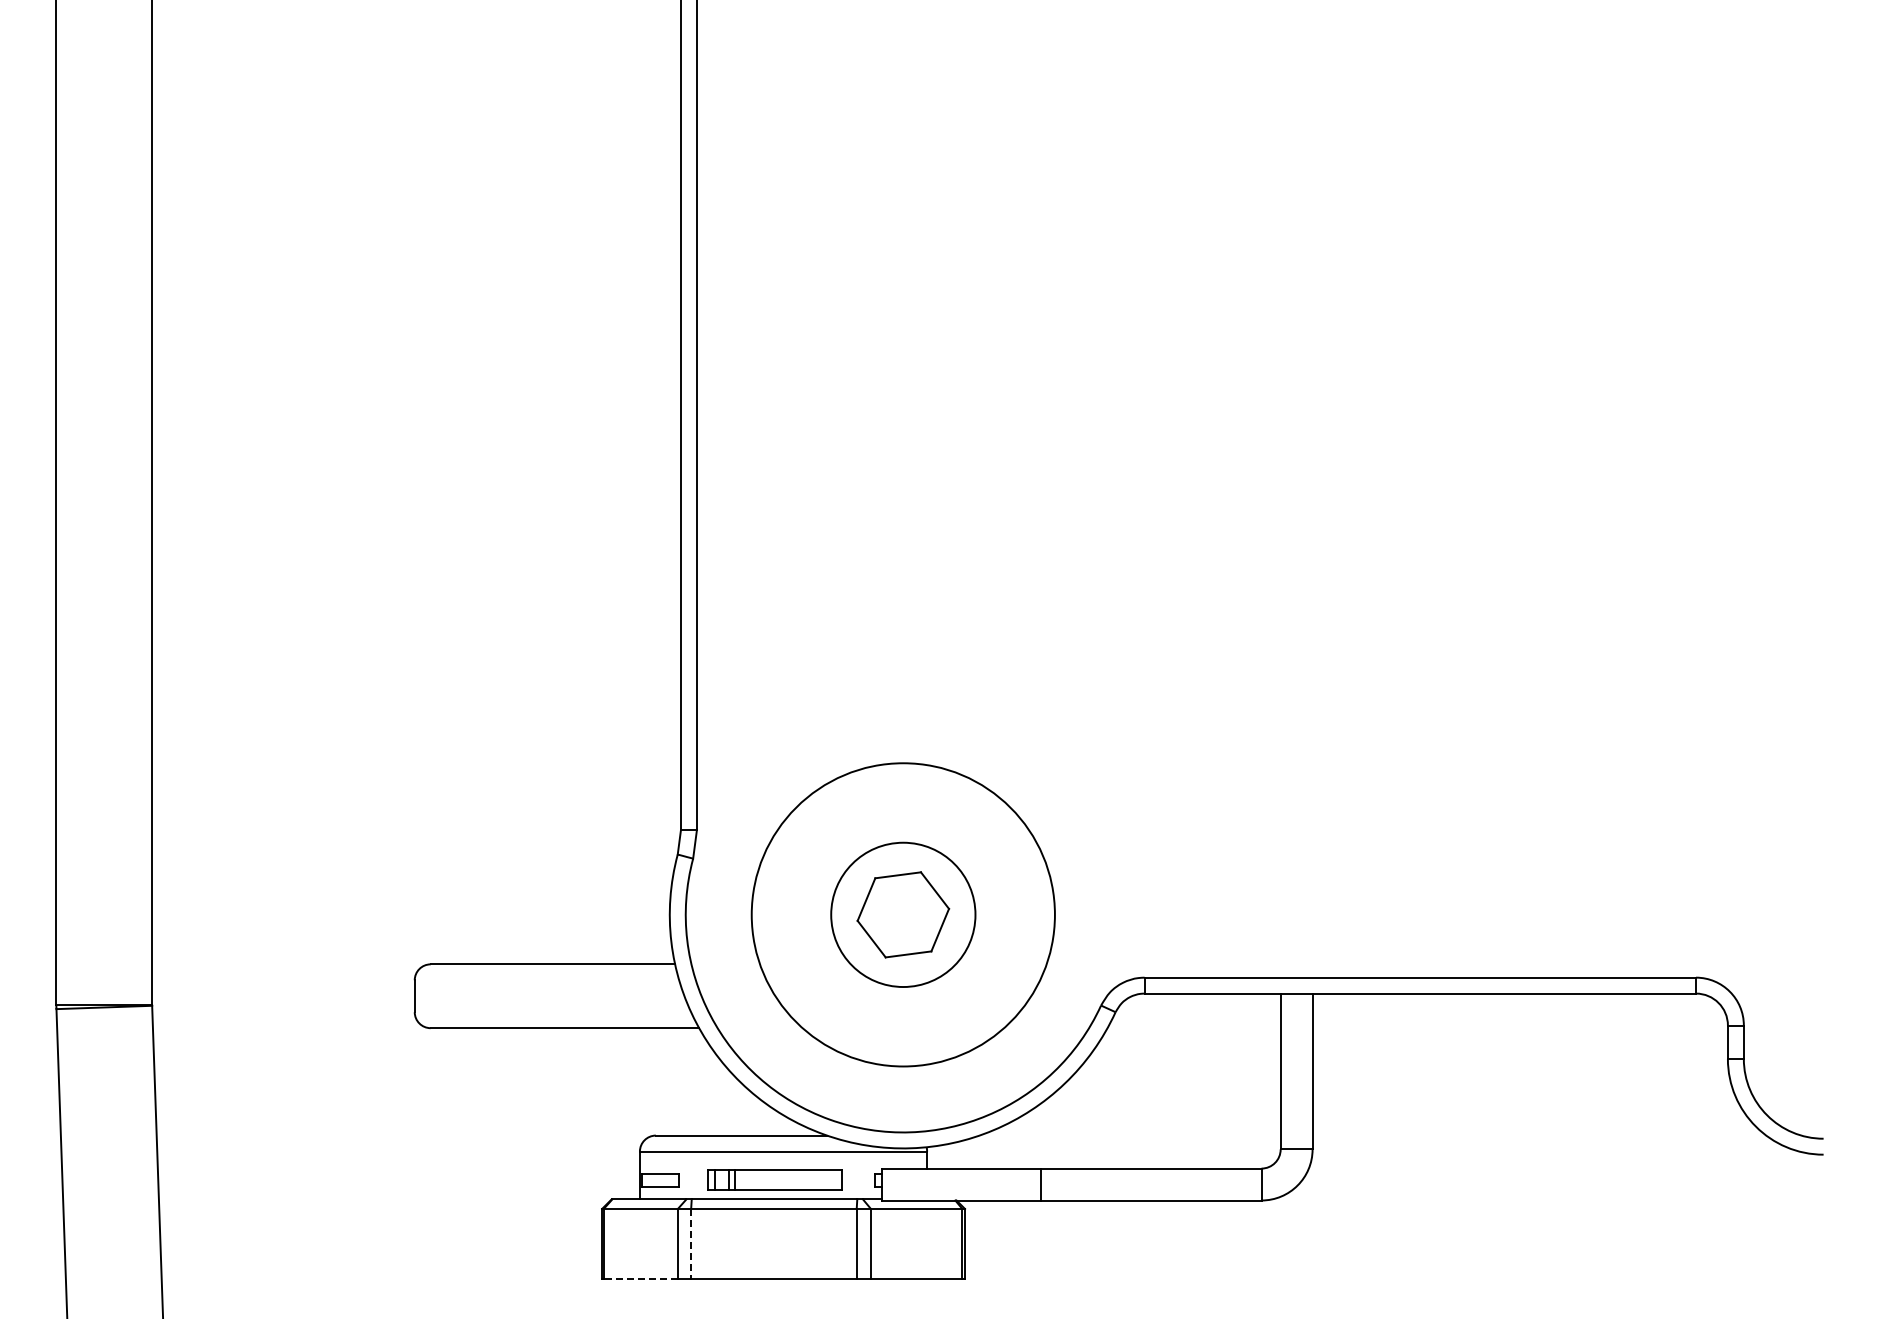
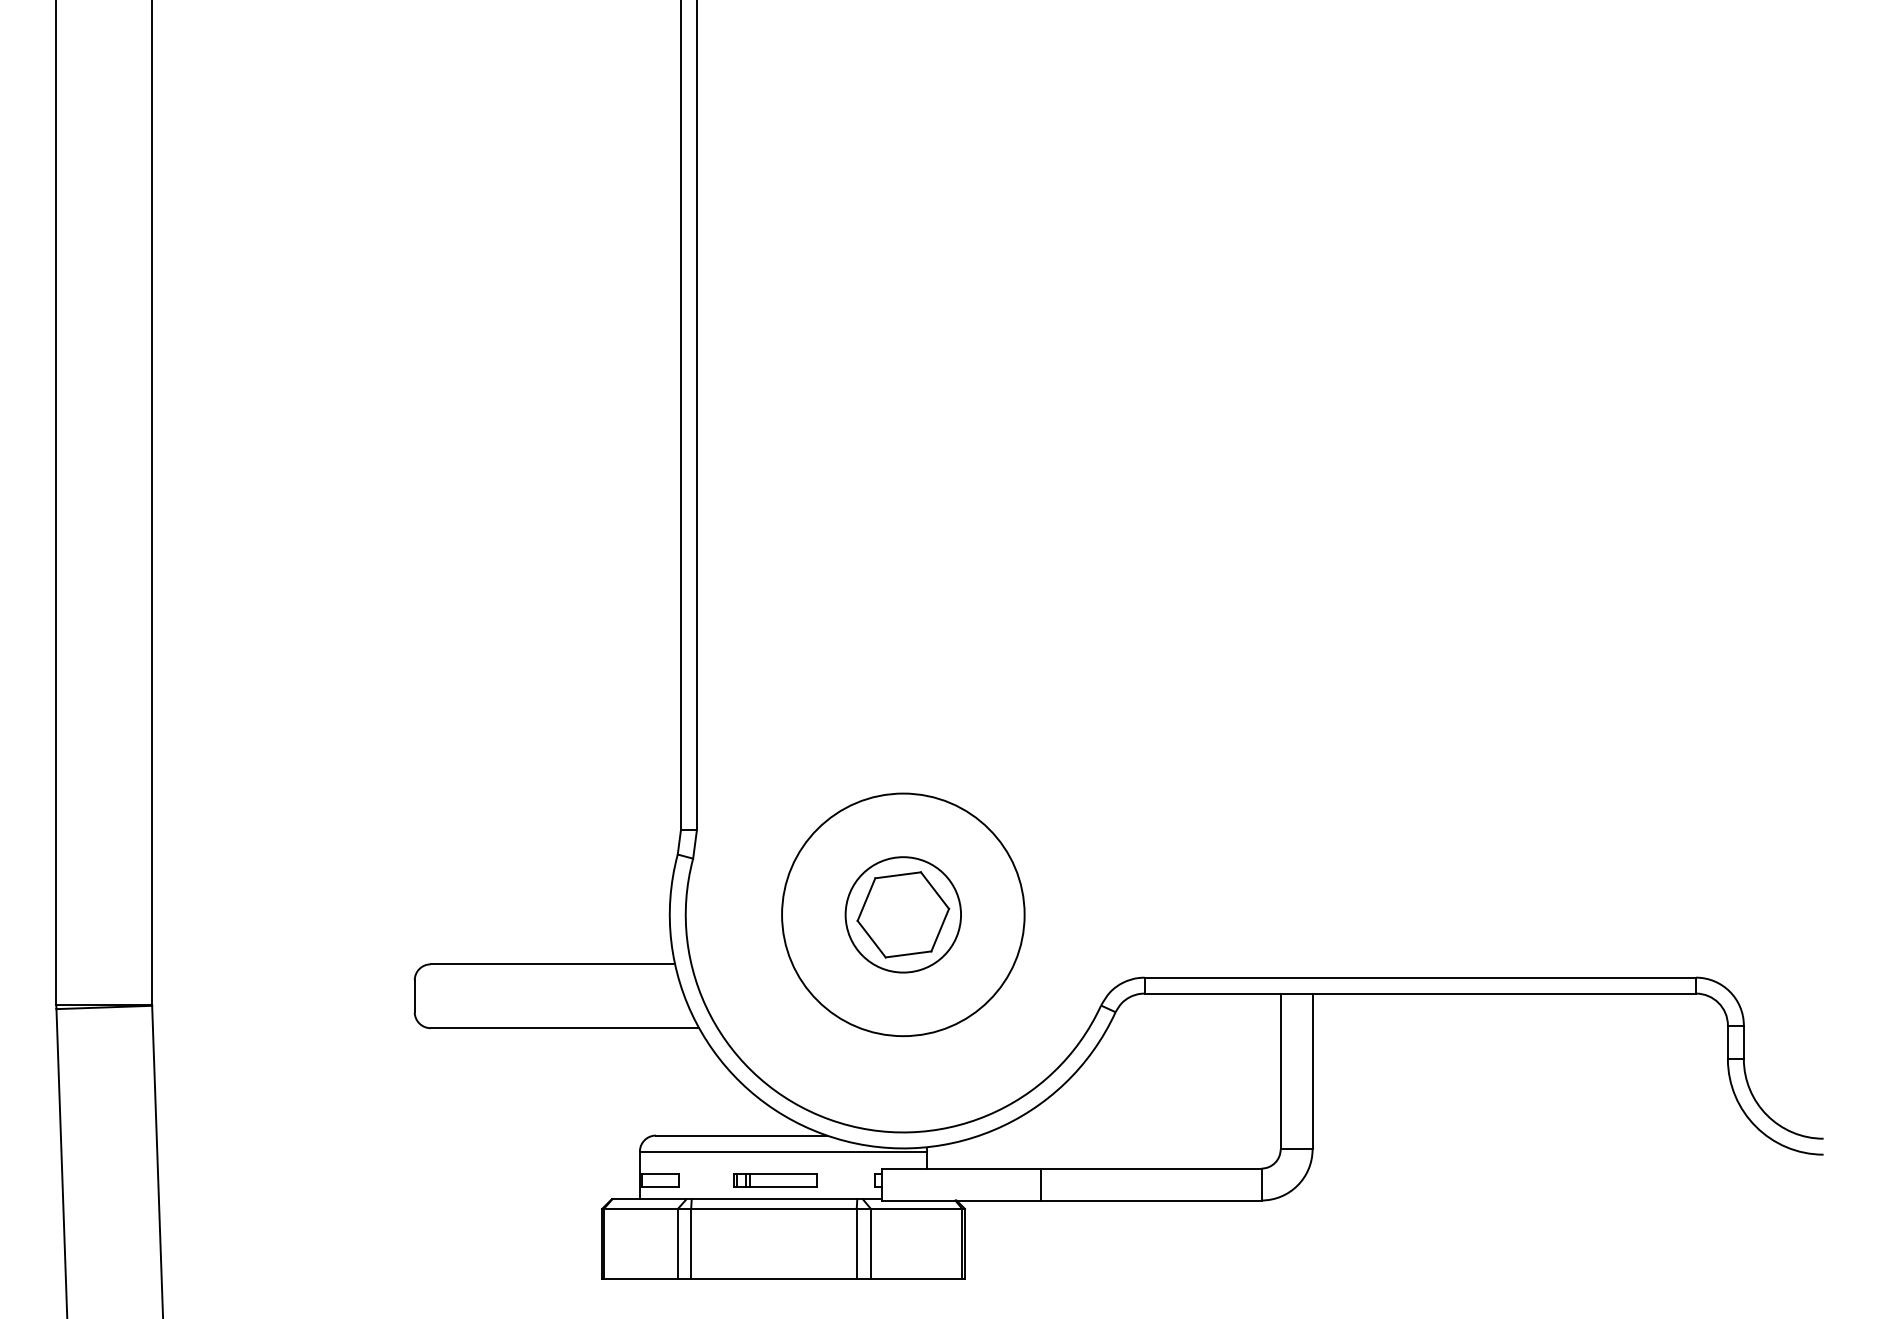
circle at (902, 914) diameter: 303 px -> 243 px
circle at (903, 914) diameter: 144 px -> 115 px
part at (774, 1179) size: 136x22 px -> 85x15 px
line at (691, 1244): dashed -> solid
line at (640, 1279): dashed -> solid
